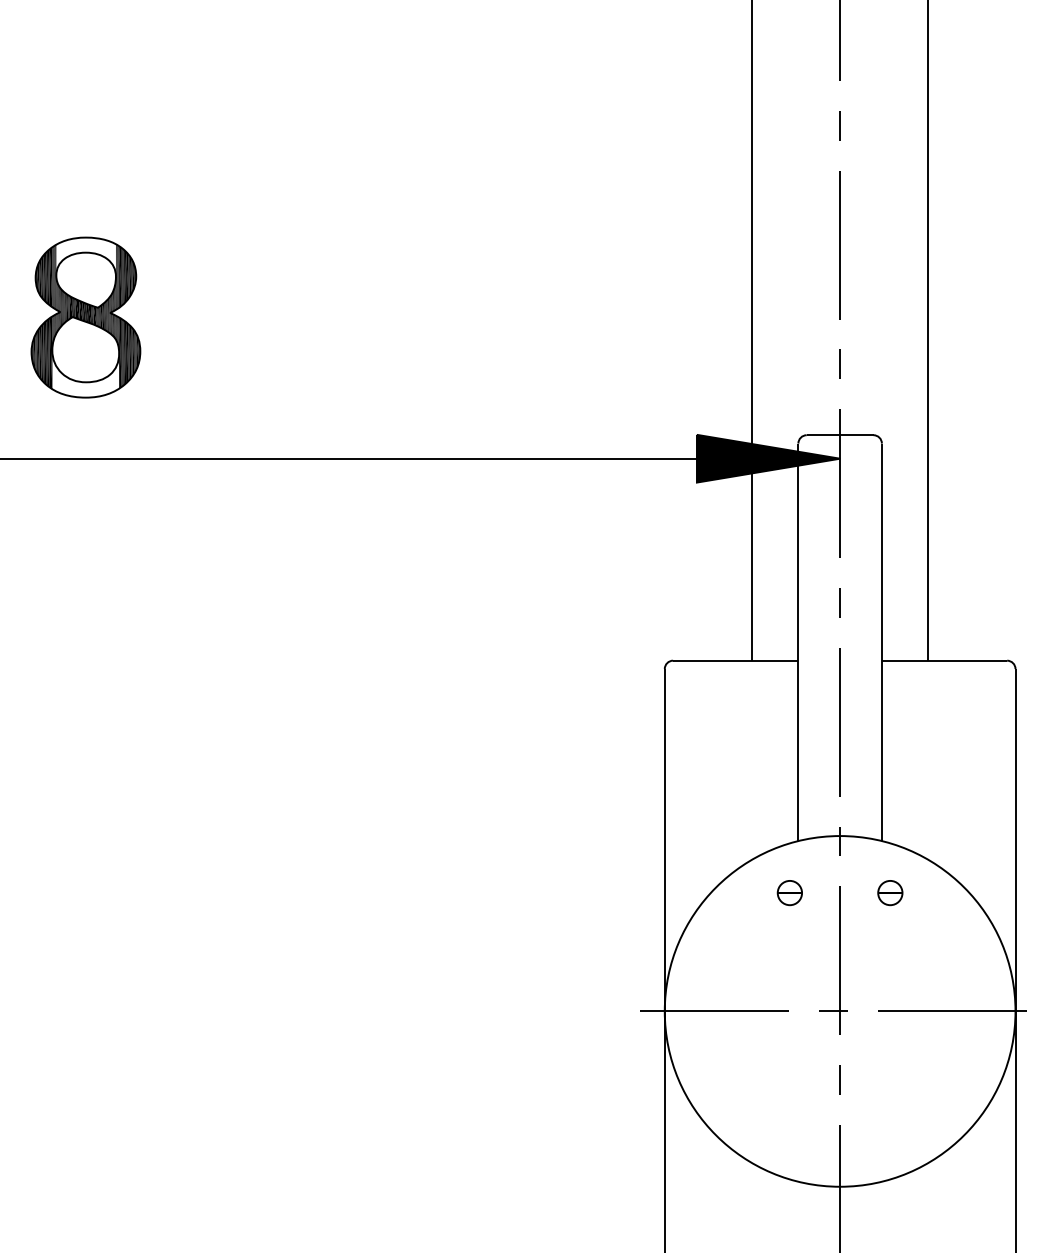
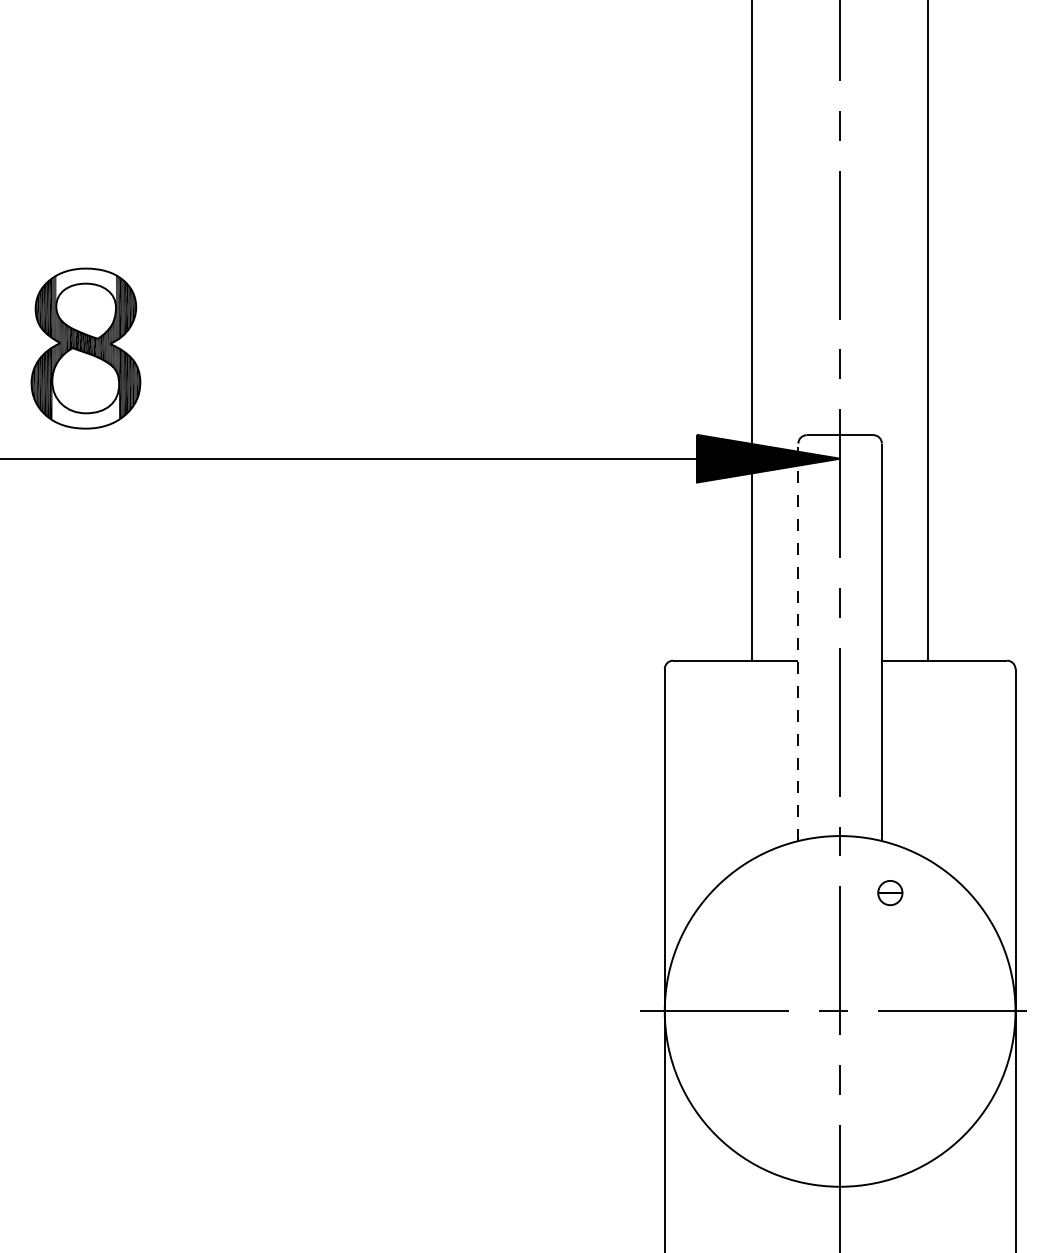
part at (85, 317) position: (85, 317) -> (85, 348)
line at (798, 642): solid -> dashed
part at (789, 893): present -> none
